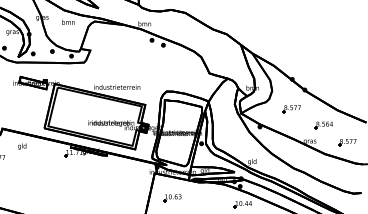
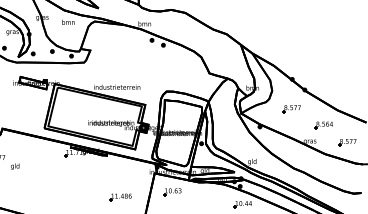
text at (22, 146) position: (22, 146) -> (15, 166)
part at (120, 197): none -> present
part at (172, 198) position: (172, 198) -> (172, 192)
